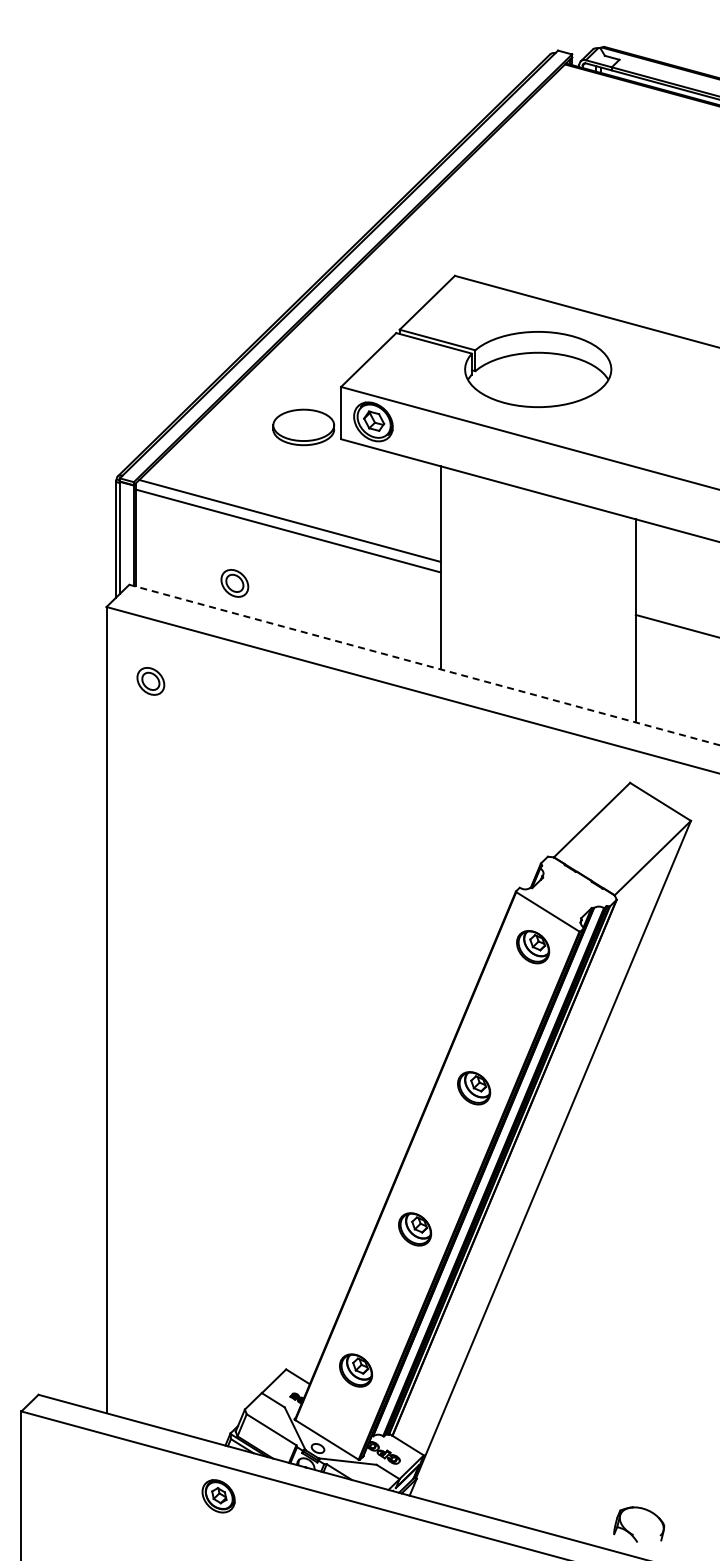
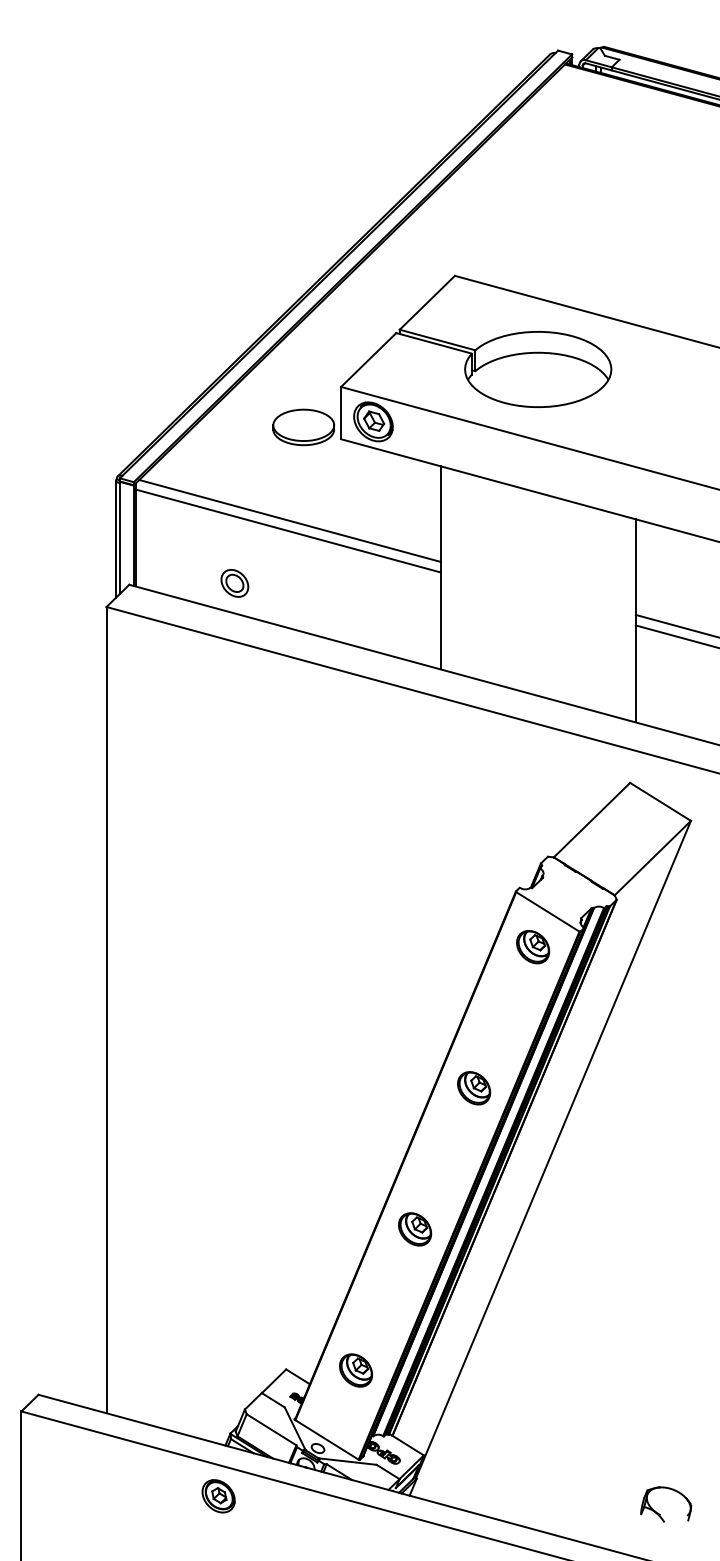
line at (675, 636): none -> present
line at (424, 665): dashed -> solid
part at (150, 681): present -> none
part at (632, 1533) position: (632, 1533) -> (659, 1513)
